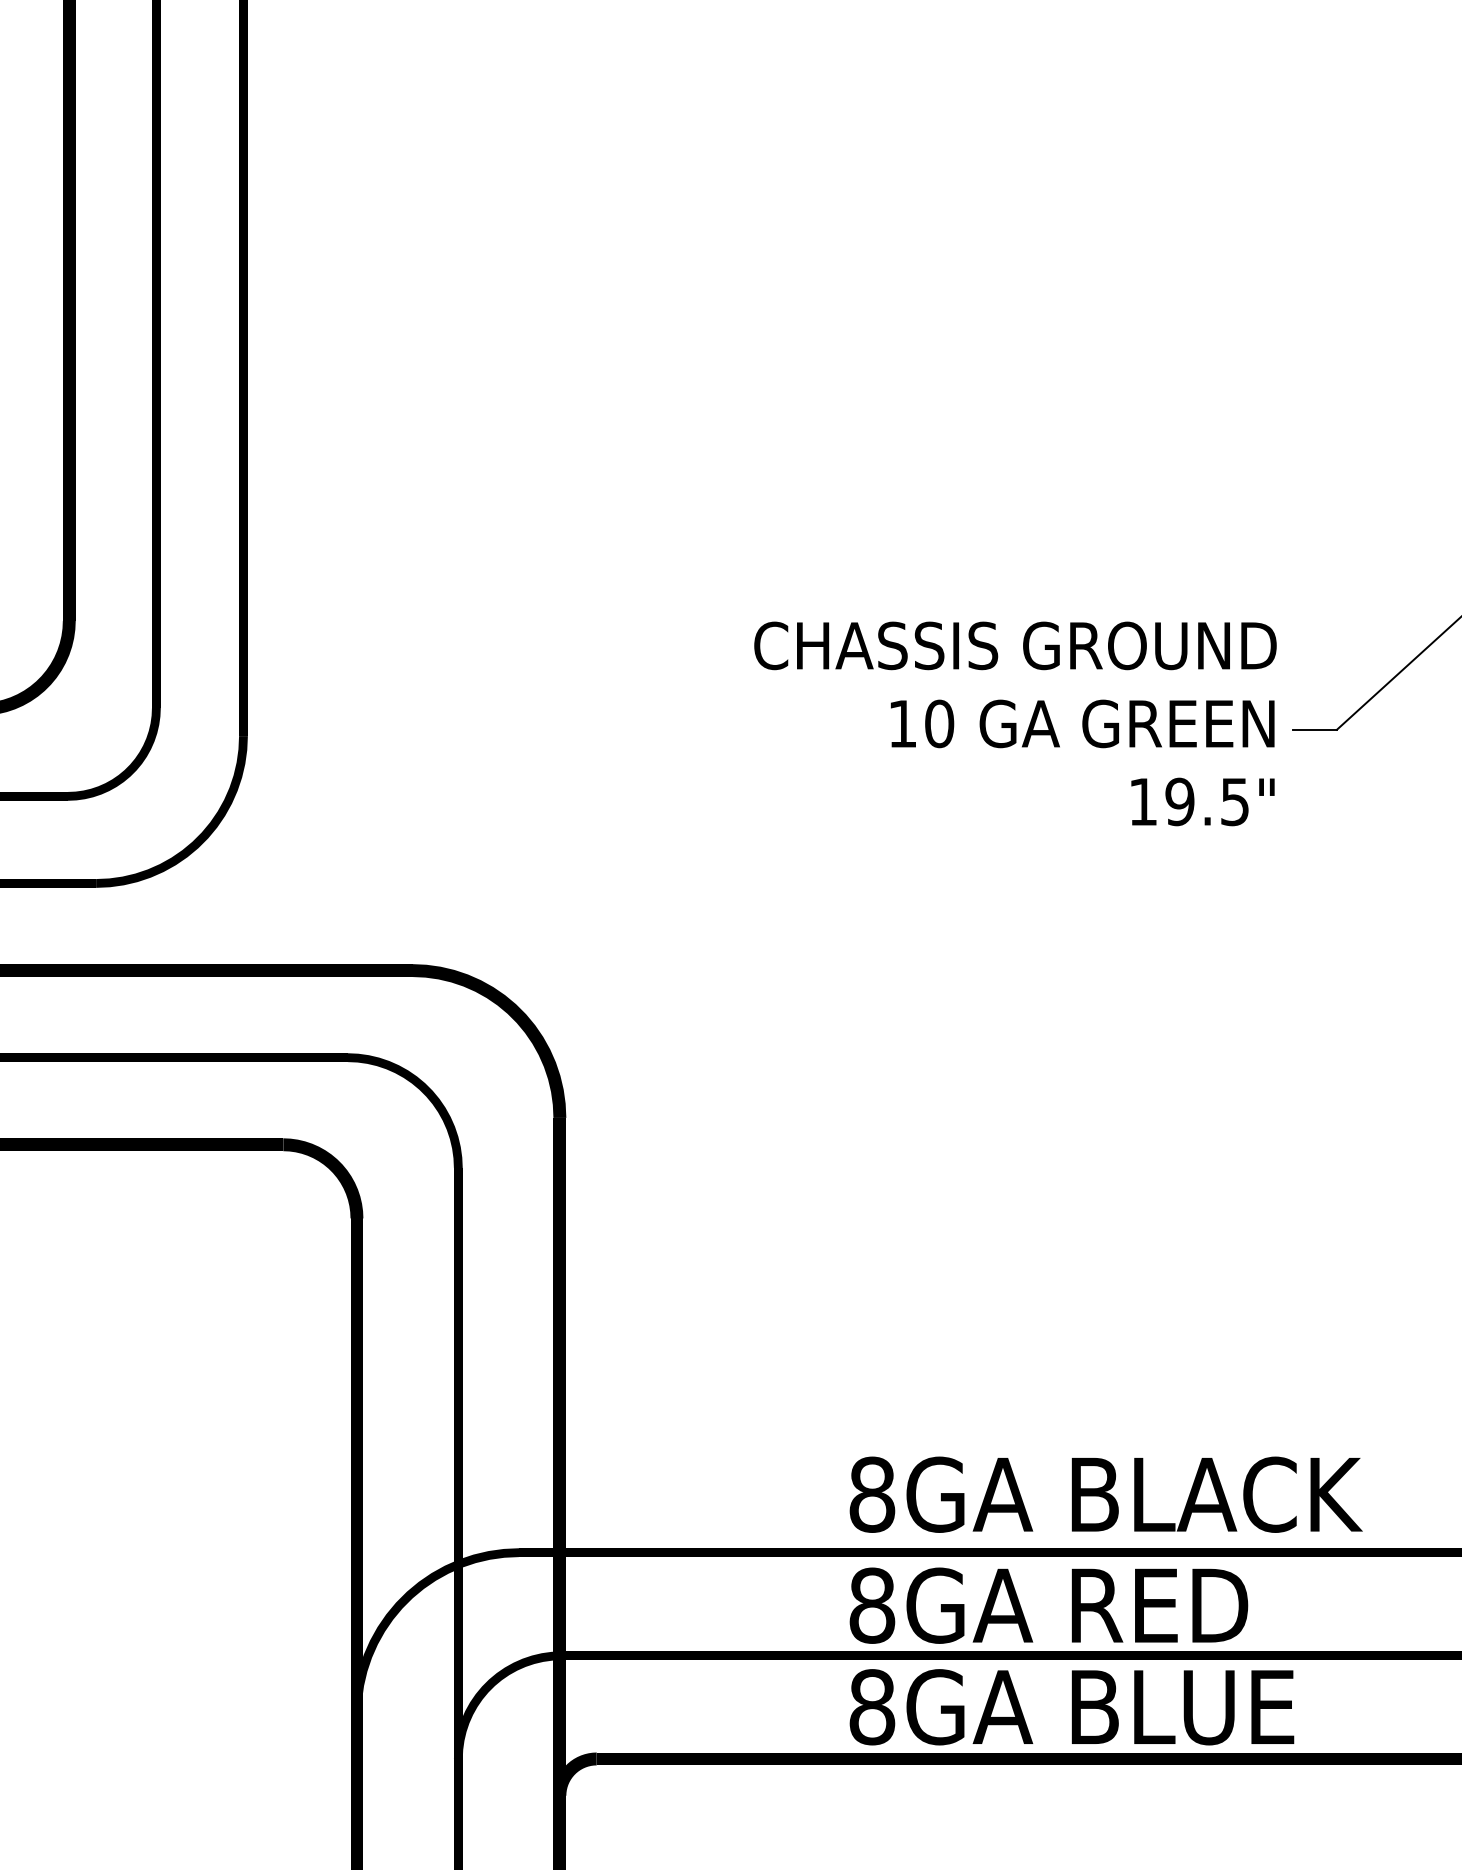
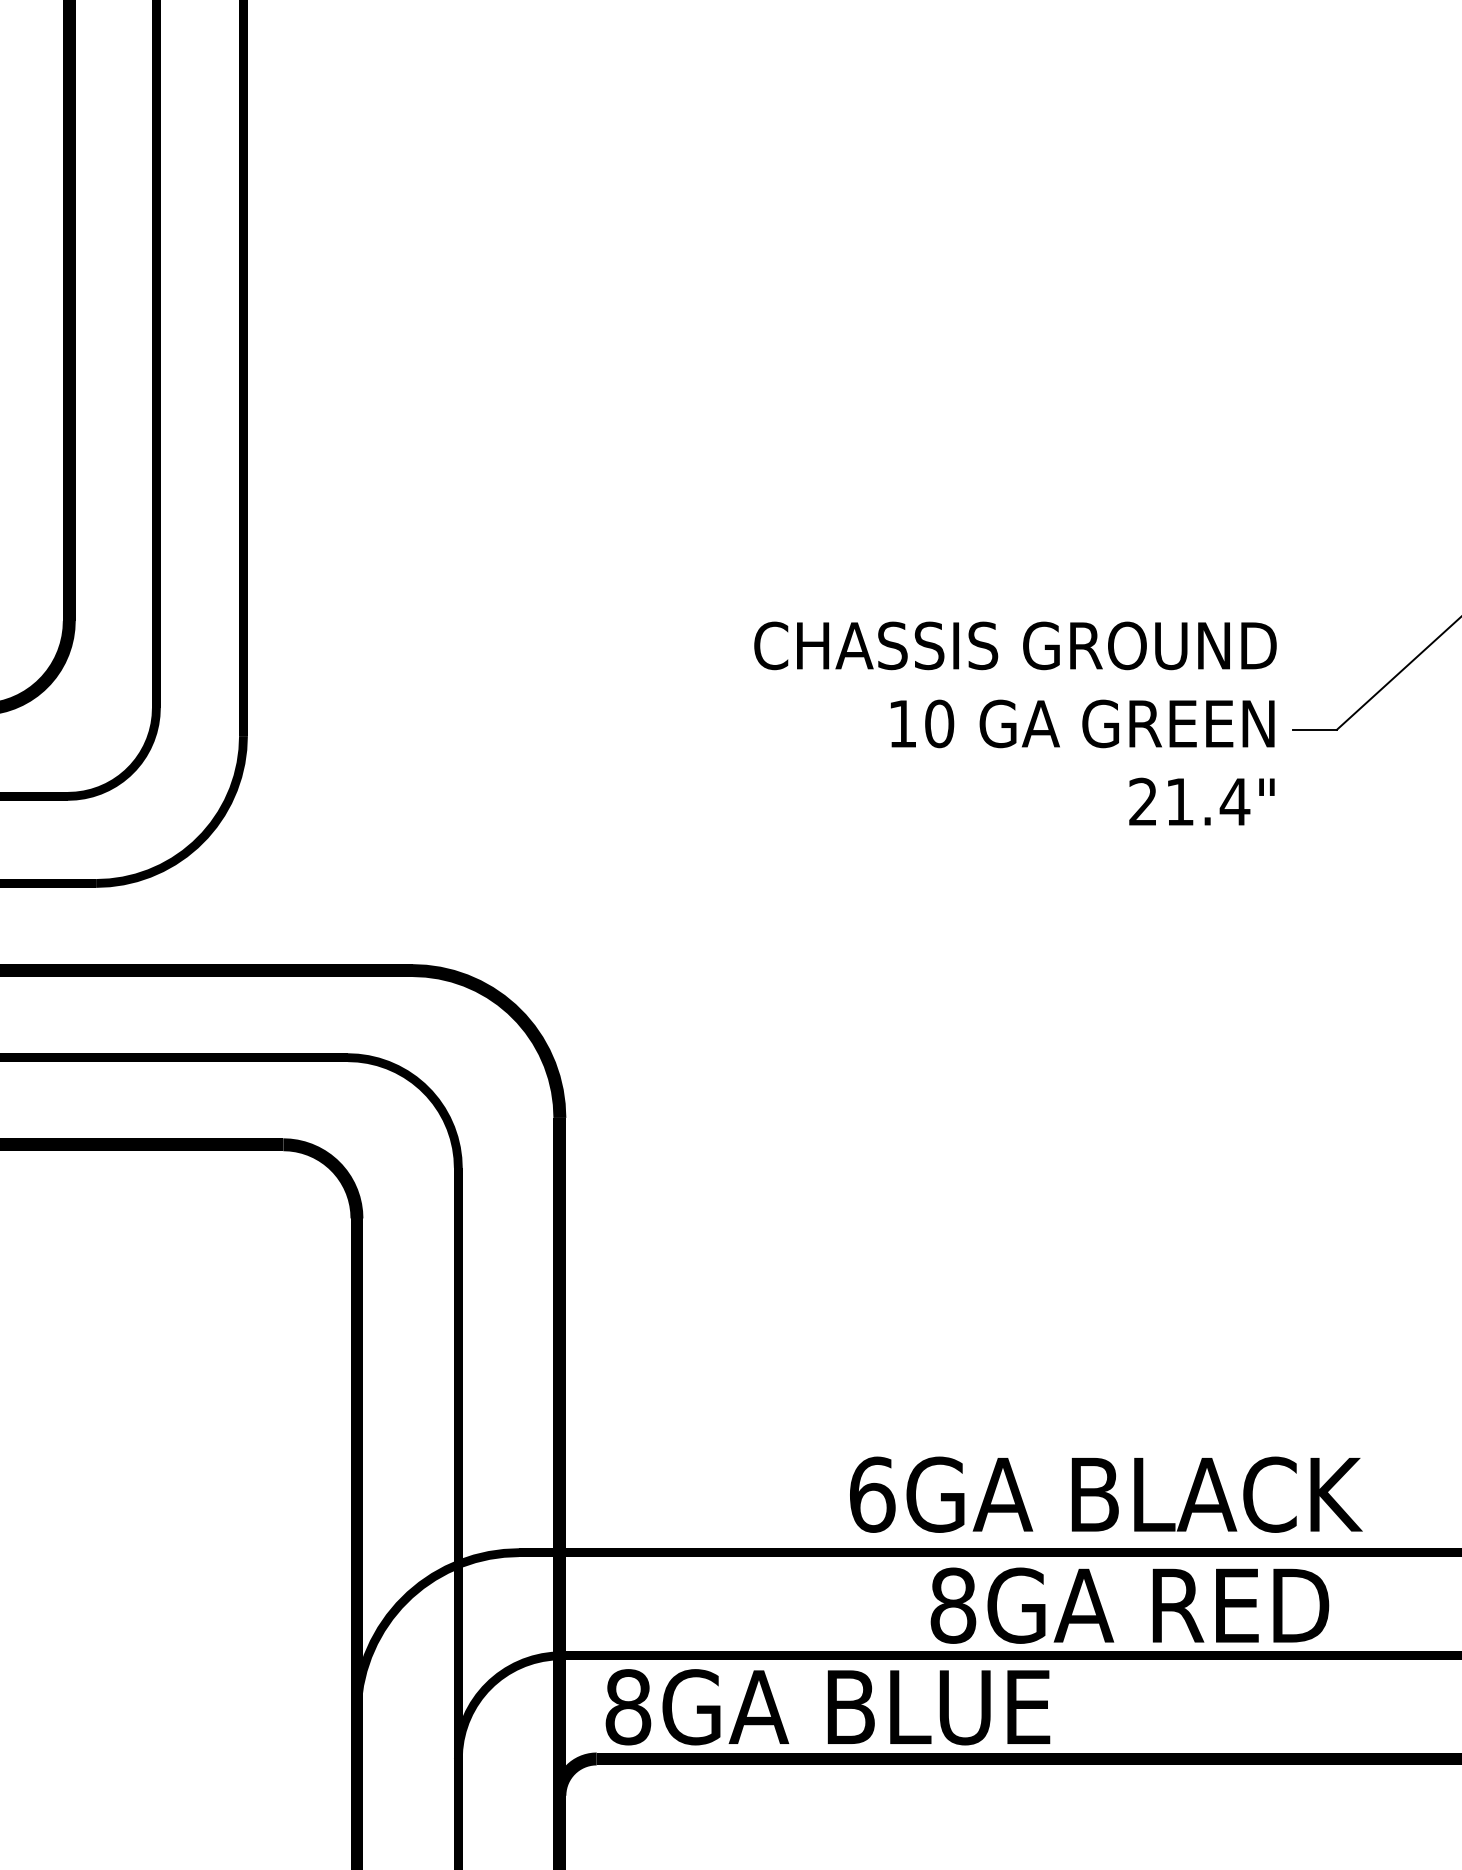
text at (1189, 801): 19.5" -> 21.4"
text at (872, 1494): 8GA -> 6GA
text at (1048, 1605) position: (1048, 1605) -> (1129, 1605)
text at (1071, 1707) position: (1071, 1707) -> (827, 1707)
